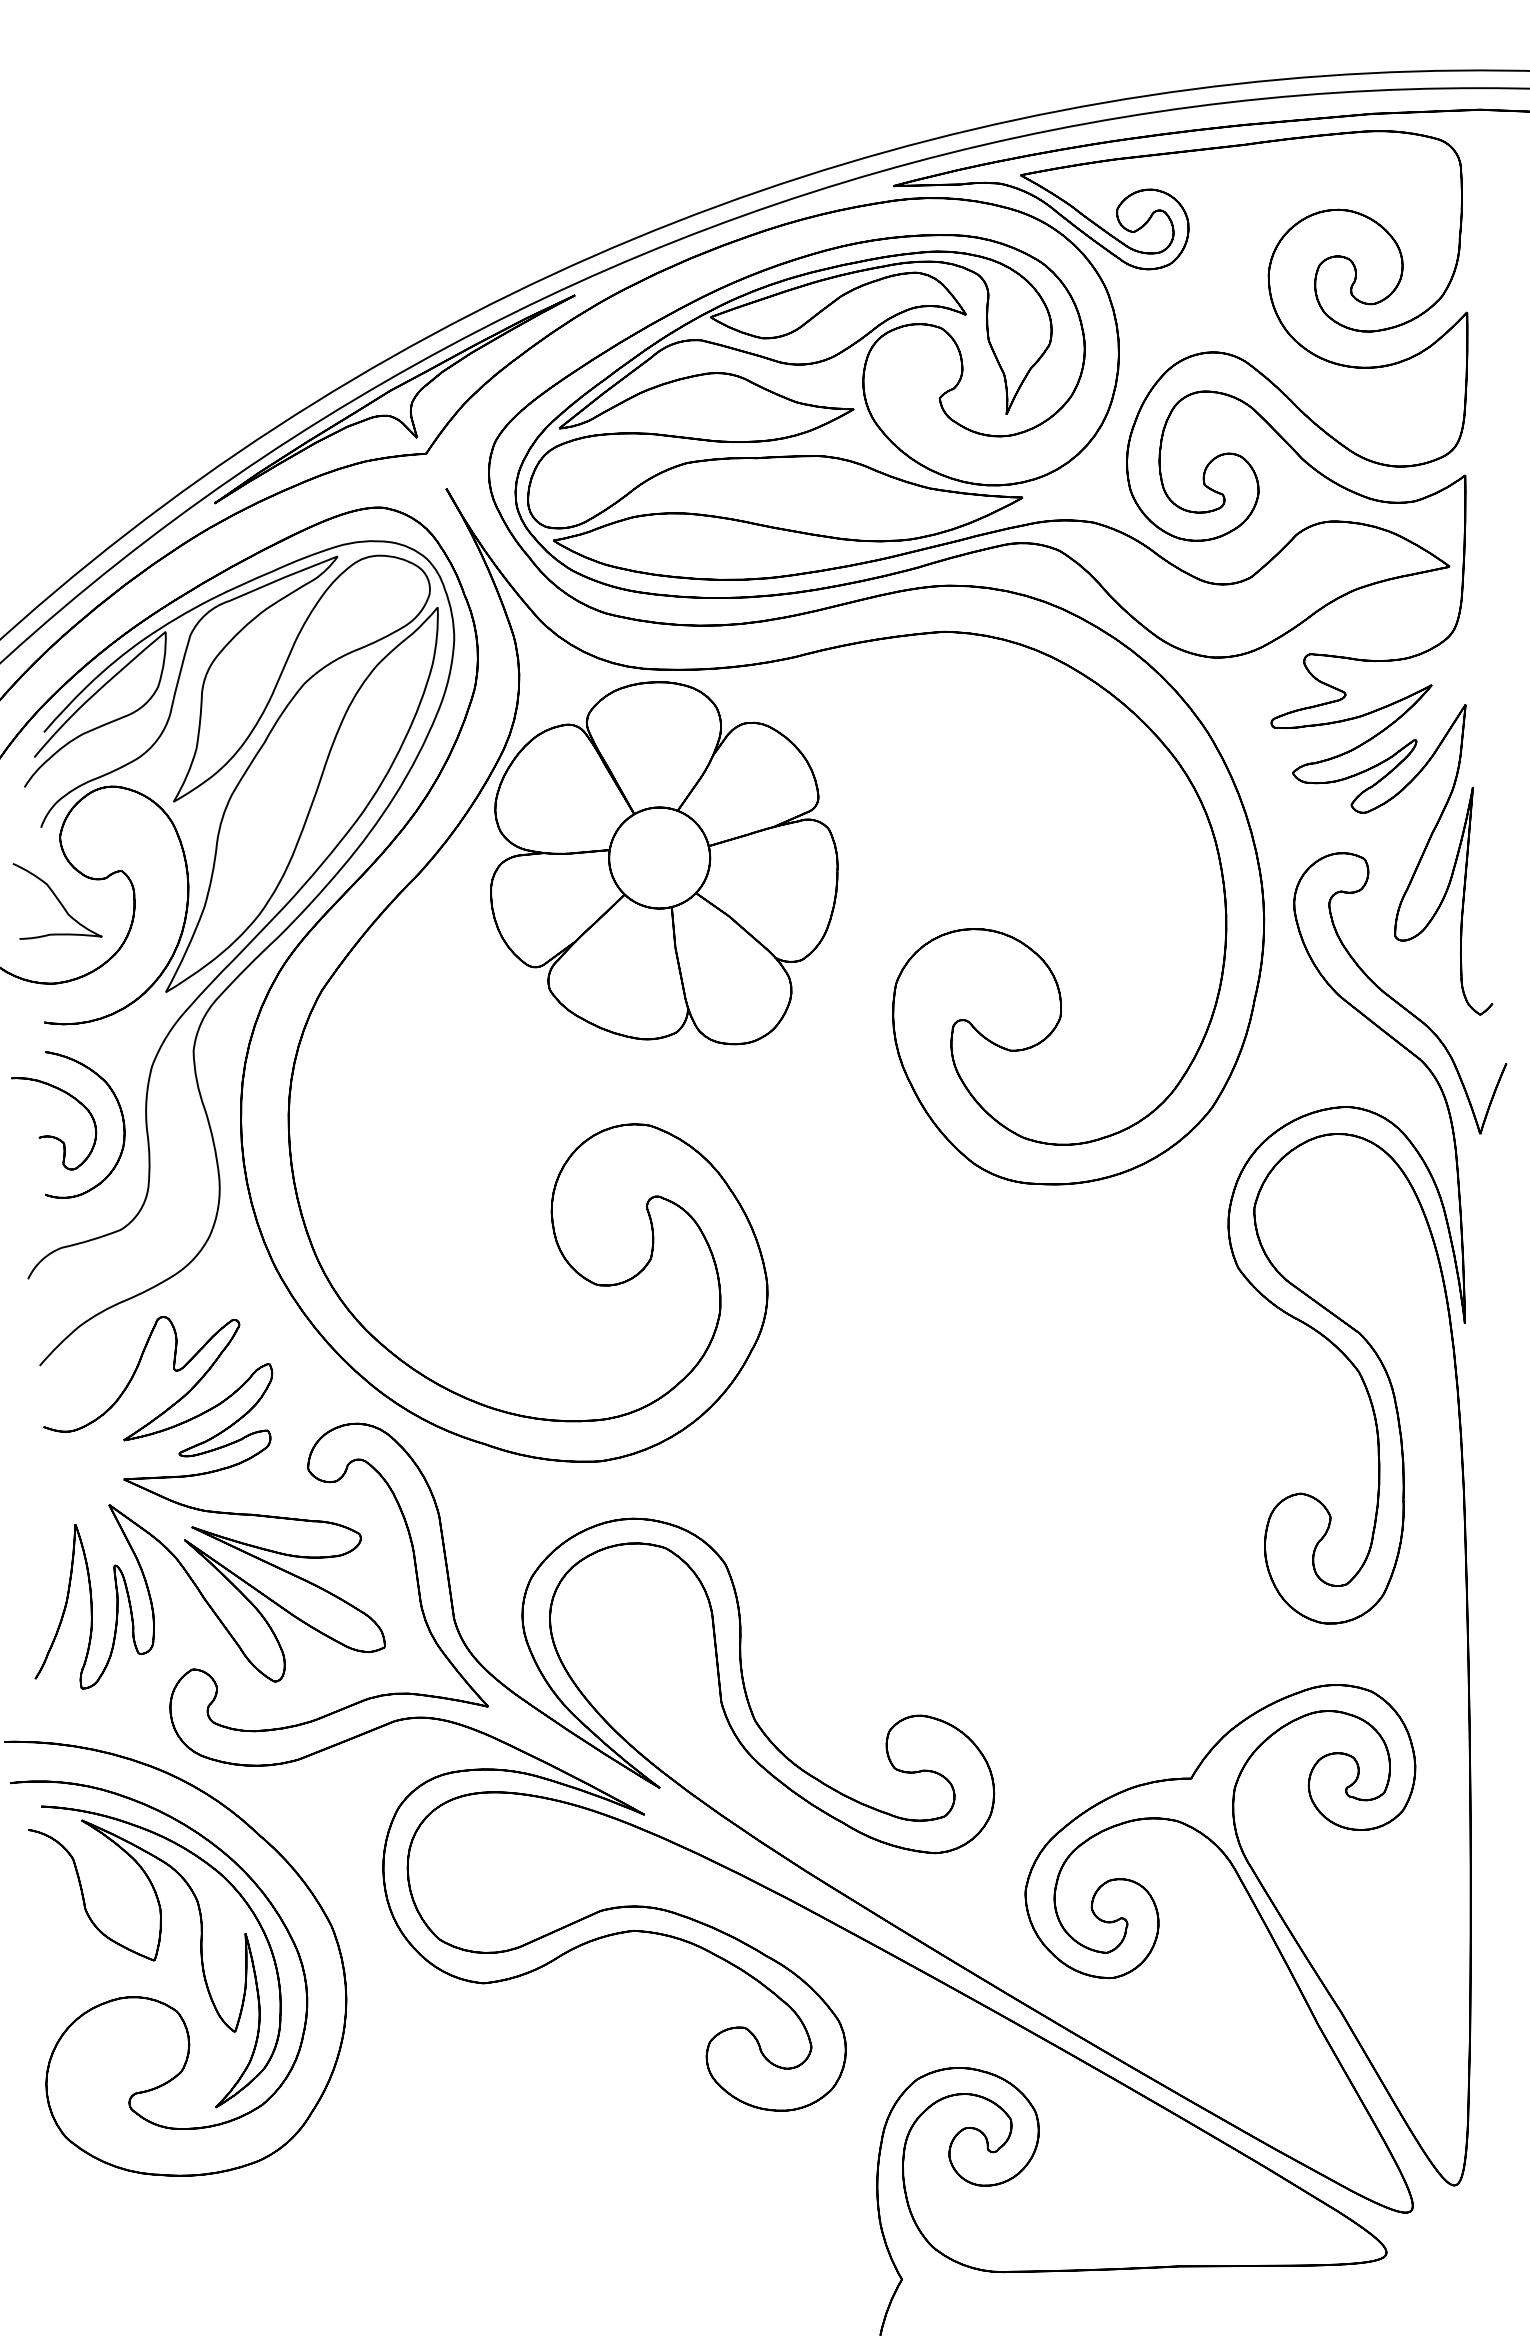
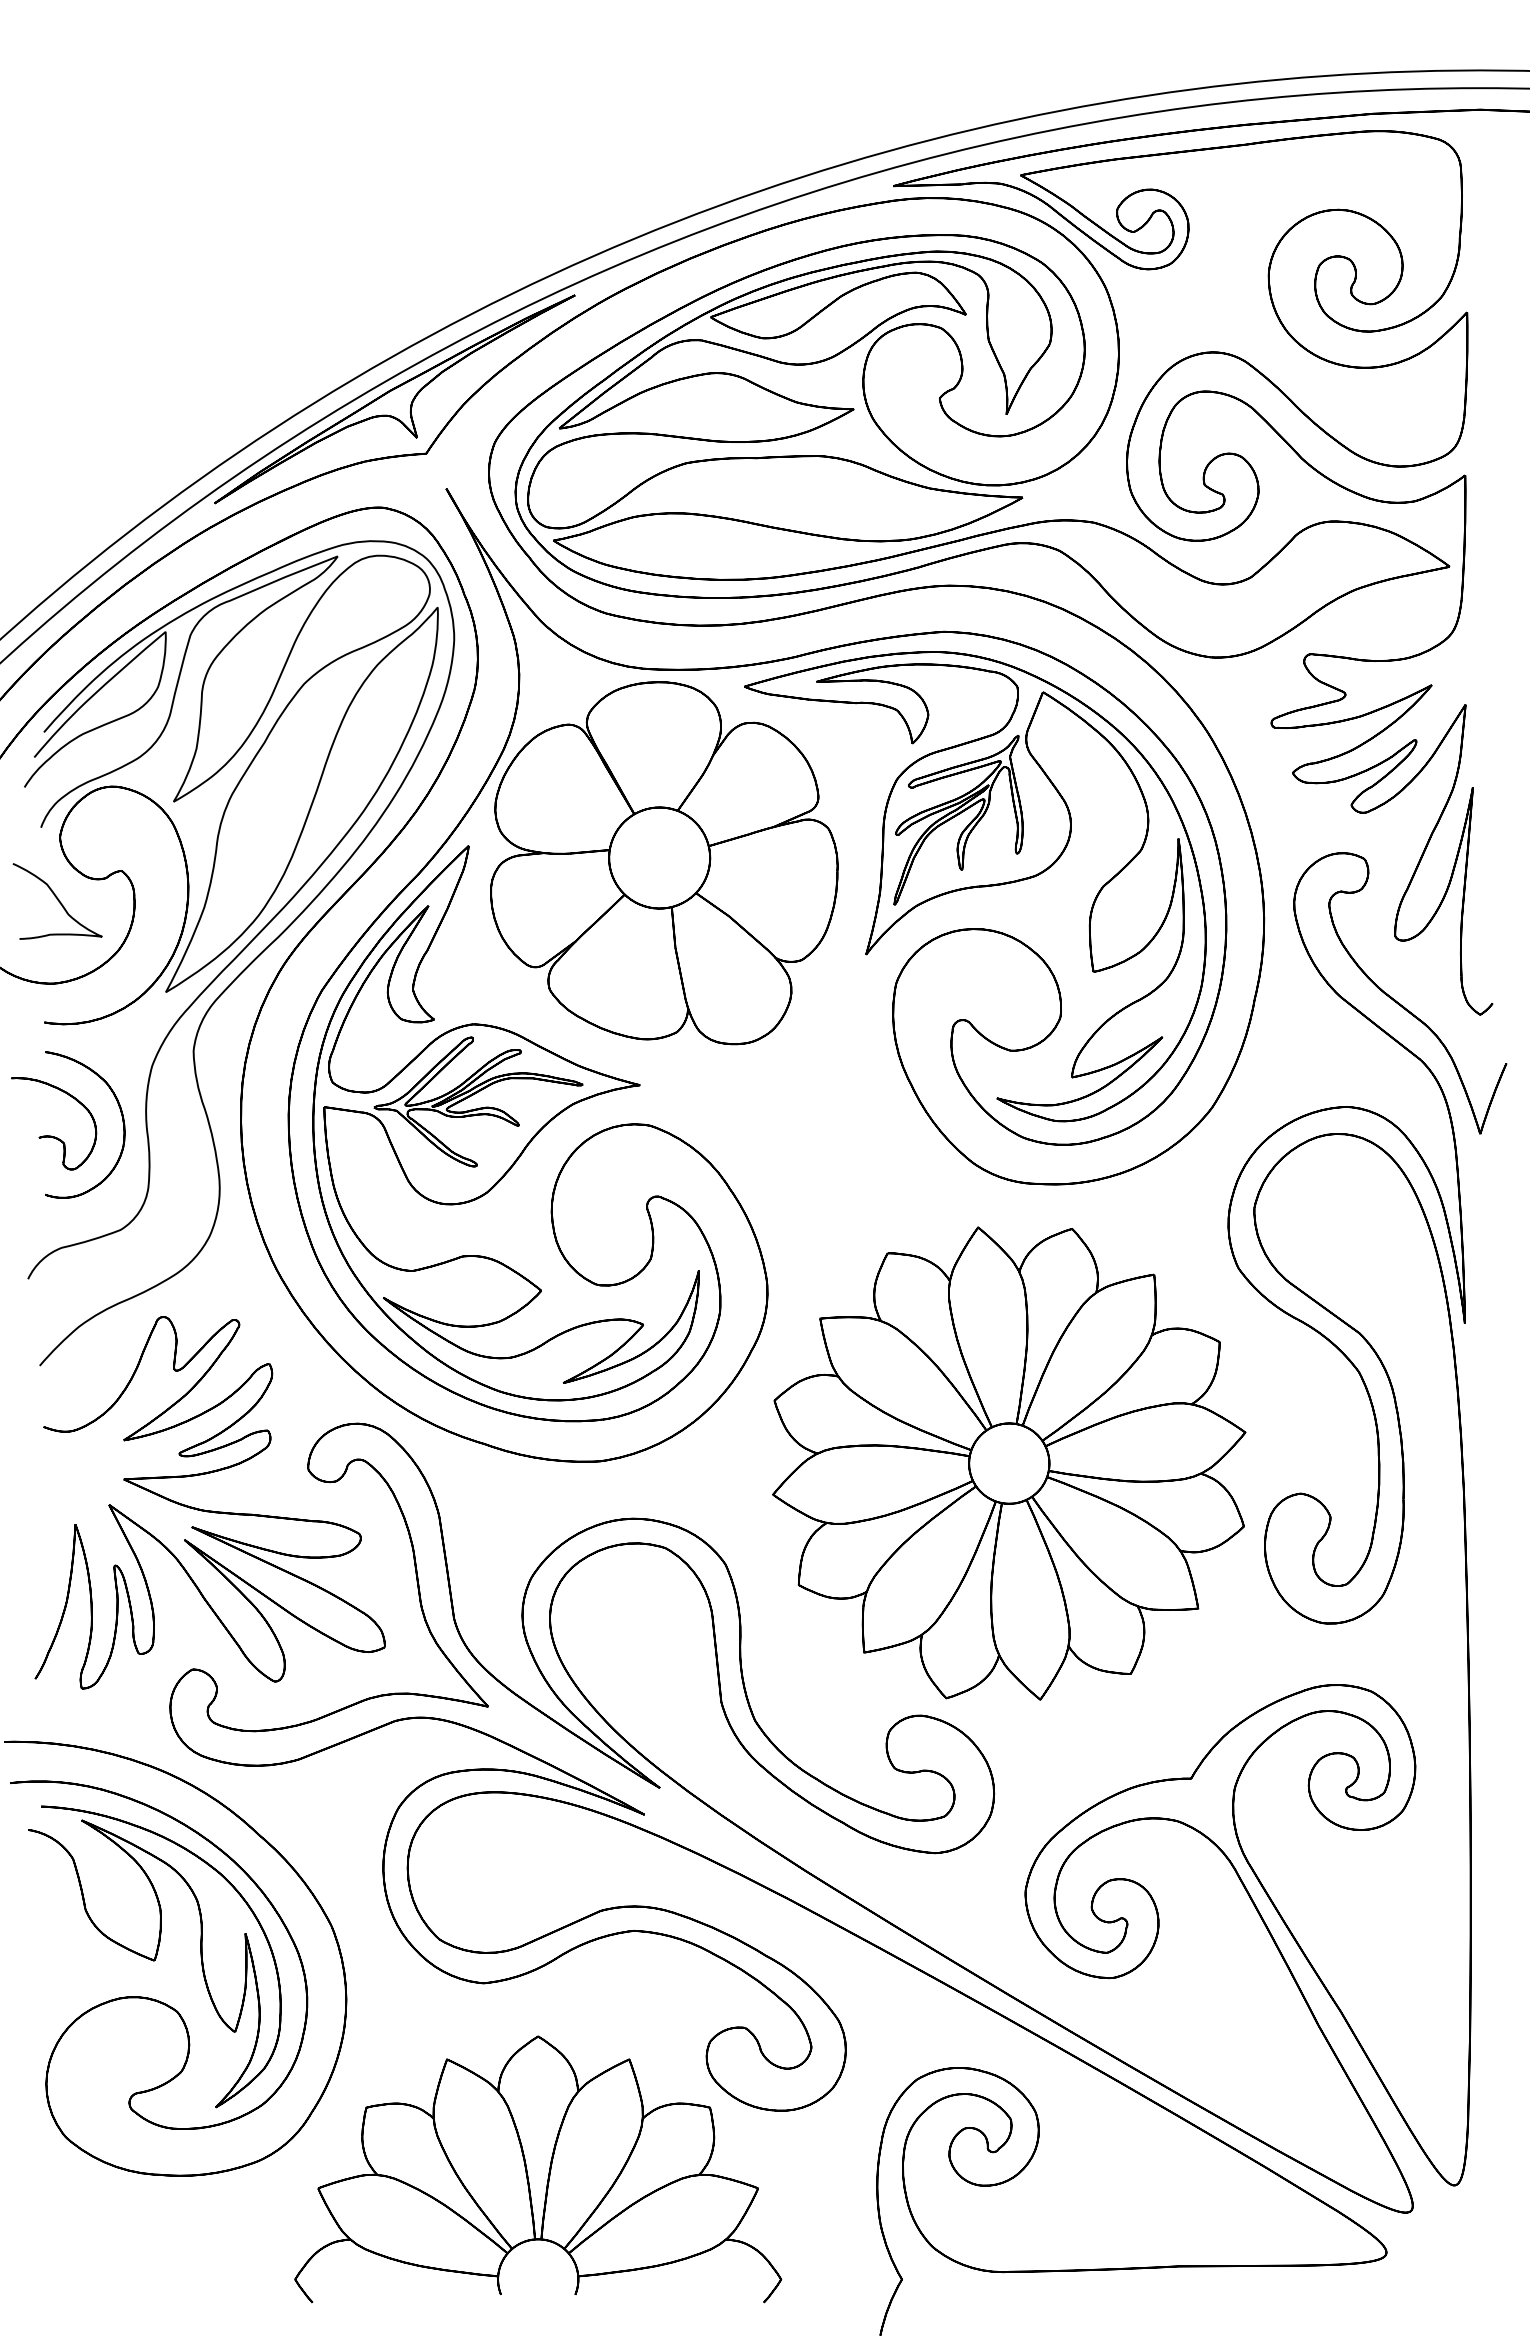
part at (975, 886): none -> present
part at (505, 1123): none -> present
part at (1009, 1463): none -> present
part at (538, 2169): none -> present
